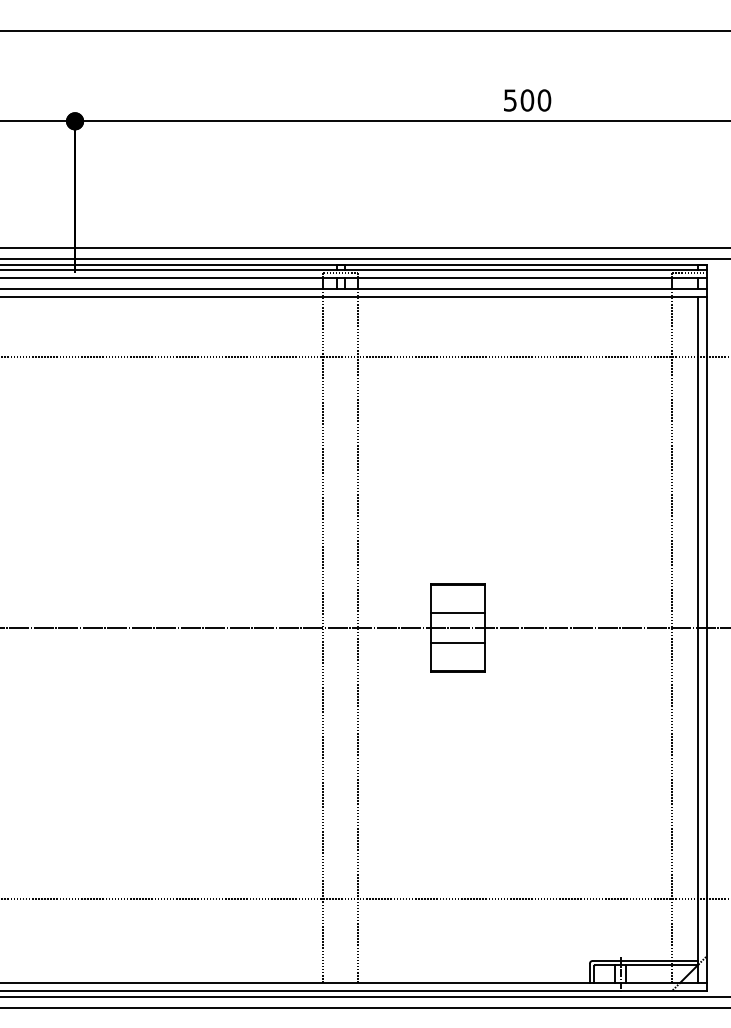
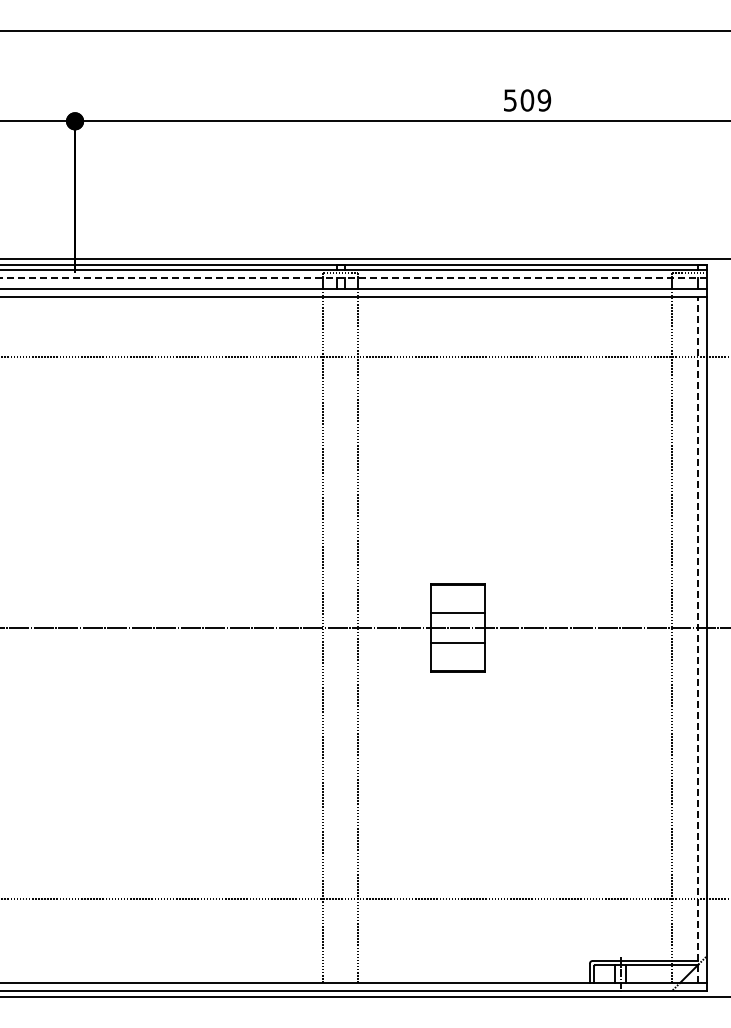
text at (544, 100): 500 -> 509
line at (364, 247): present -> none
line at (352, 277): solid -> dashed
line at (698, 639): solid -> dashed
line at (364, 1008): present -> none
